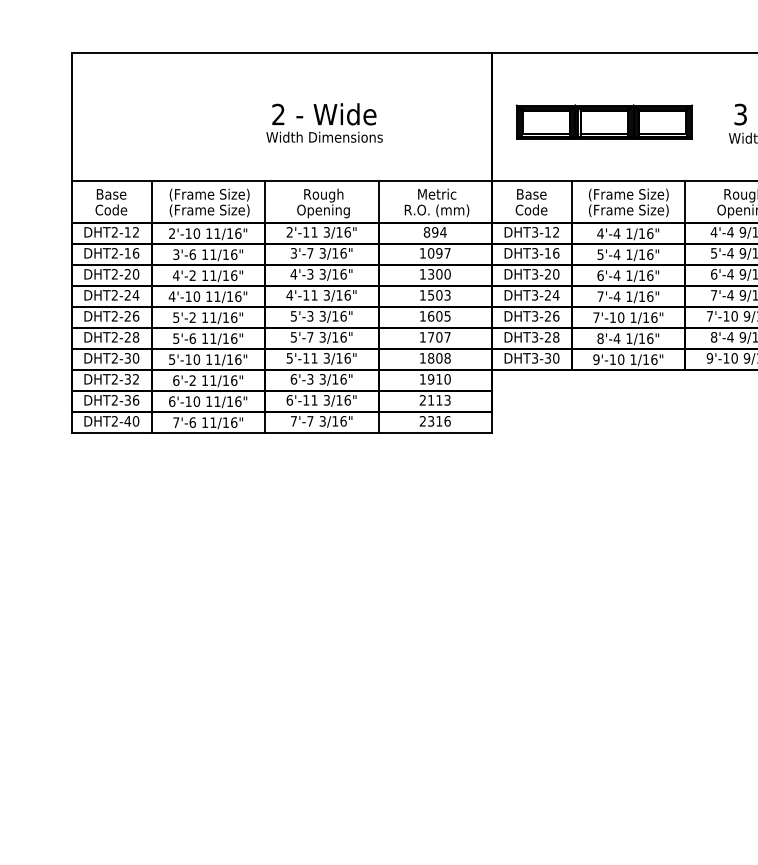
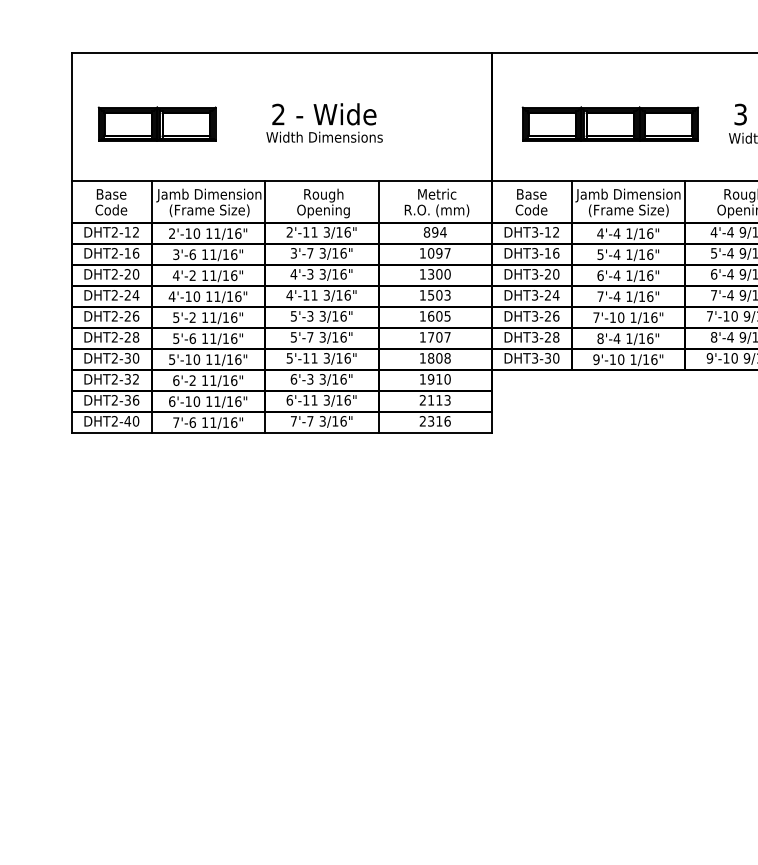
part at (604, 121) position: (604, 121) -> (610, 123)
part at (156, 123): none -> present
text at (208, 195): (Frame Size) -> Jamb Dimension
text at (627, 195): (Frame Size) -> Jamb Dimension
